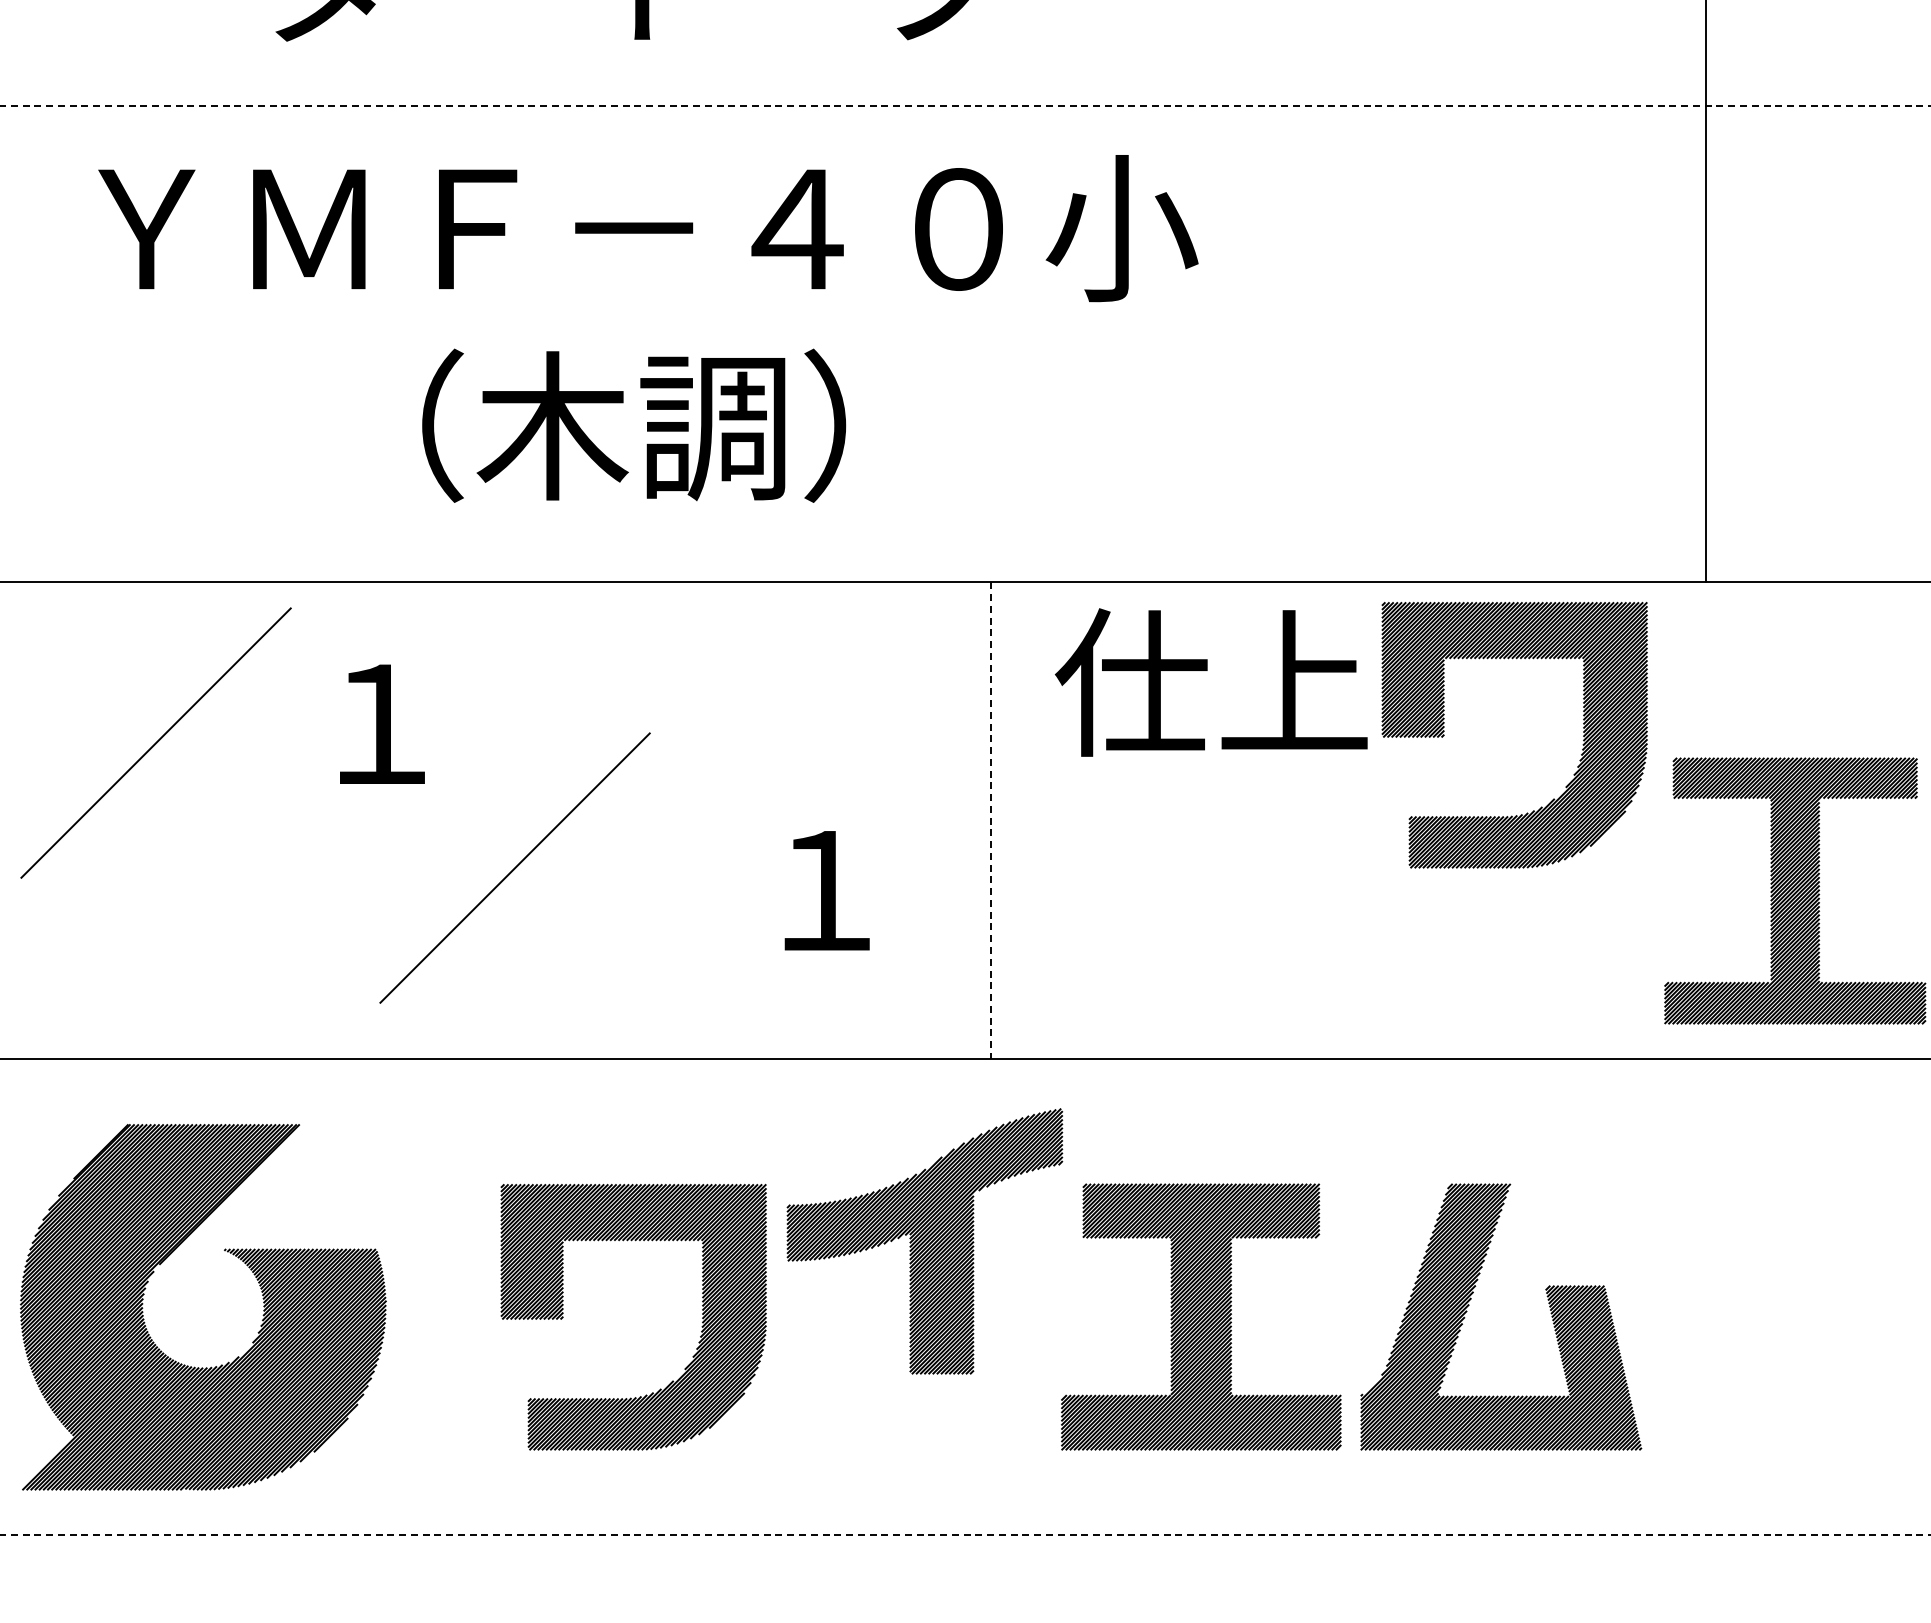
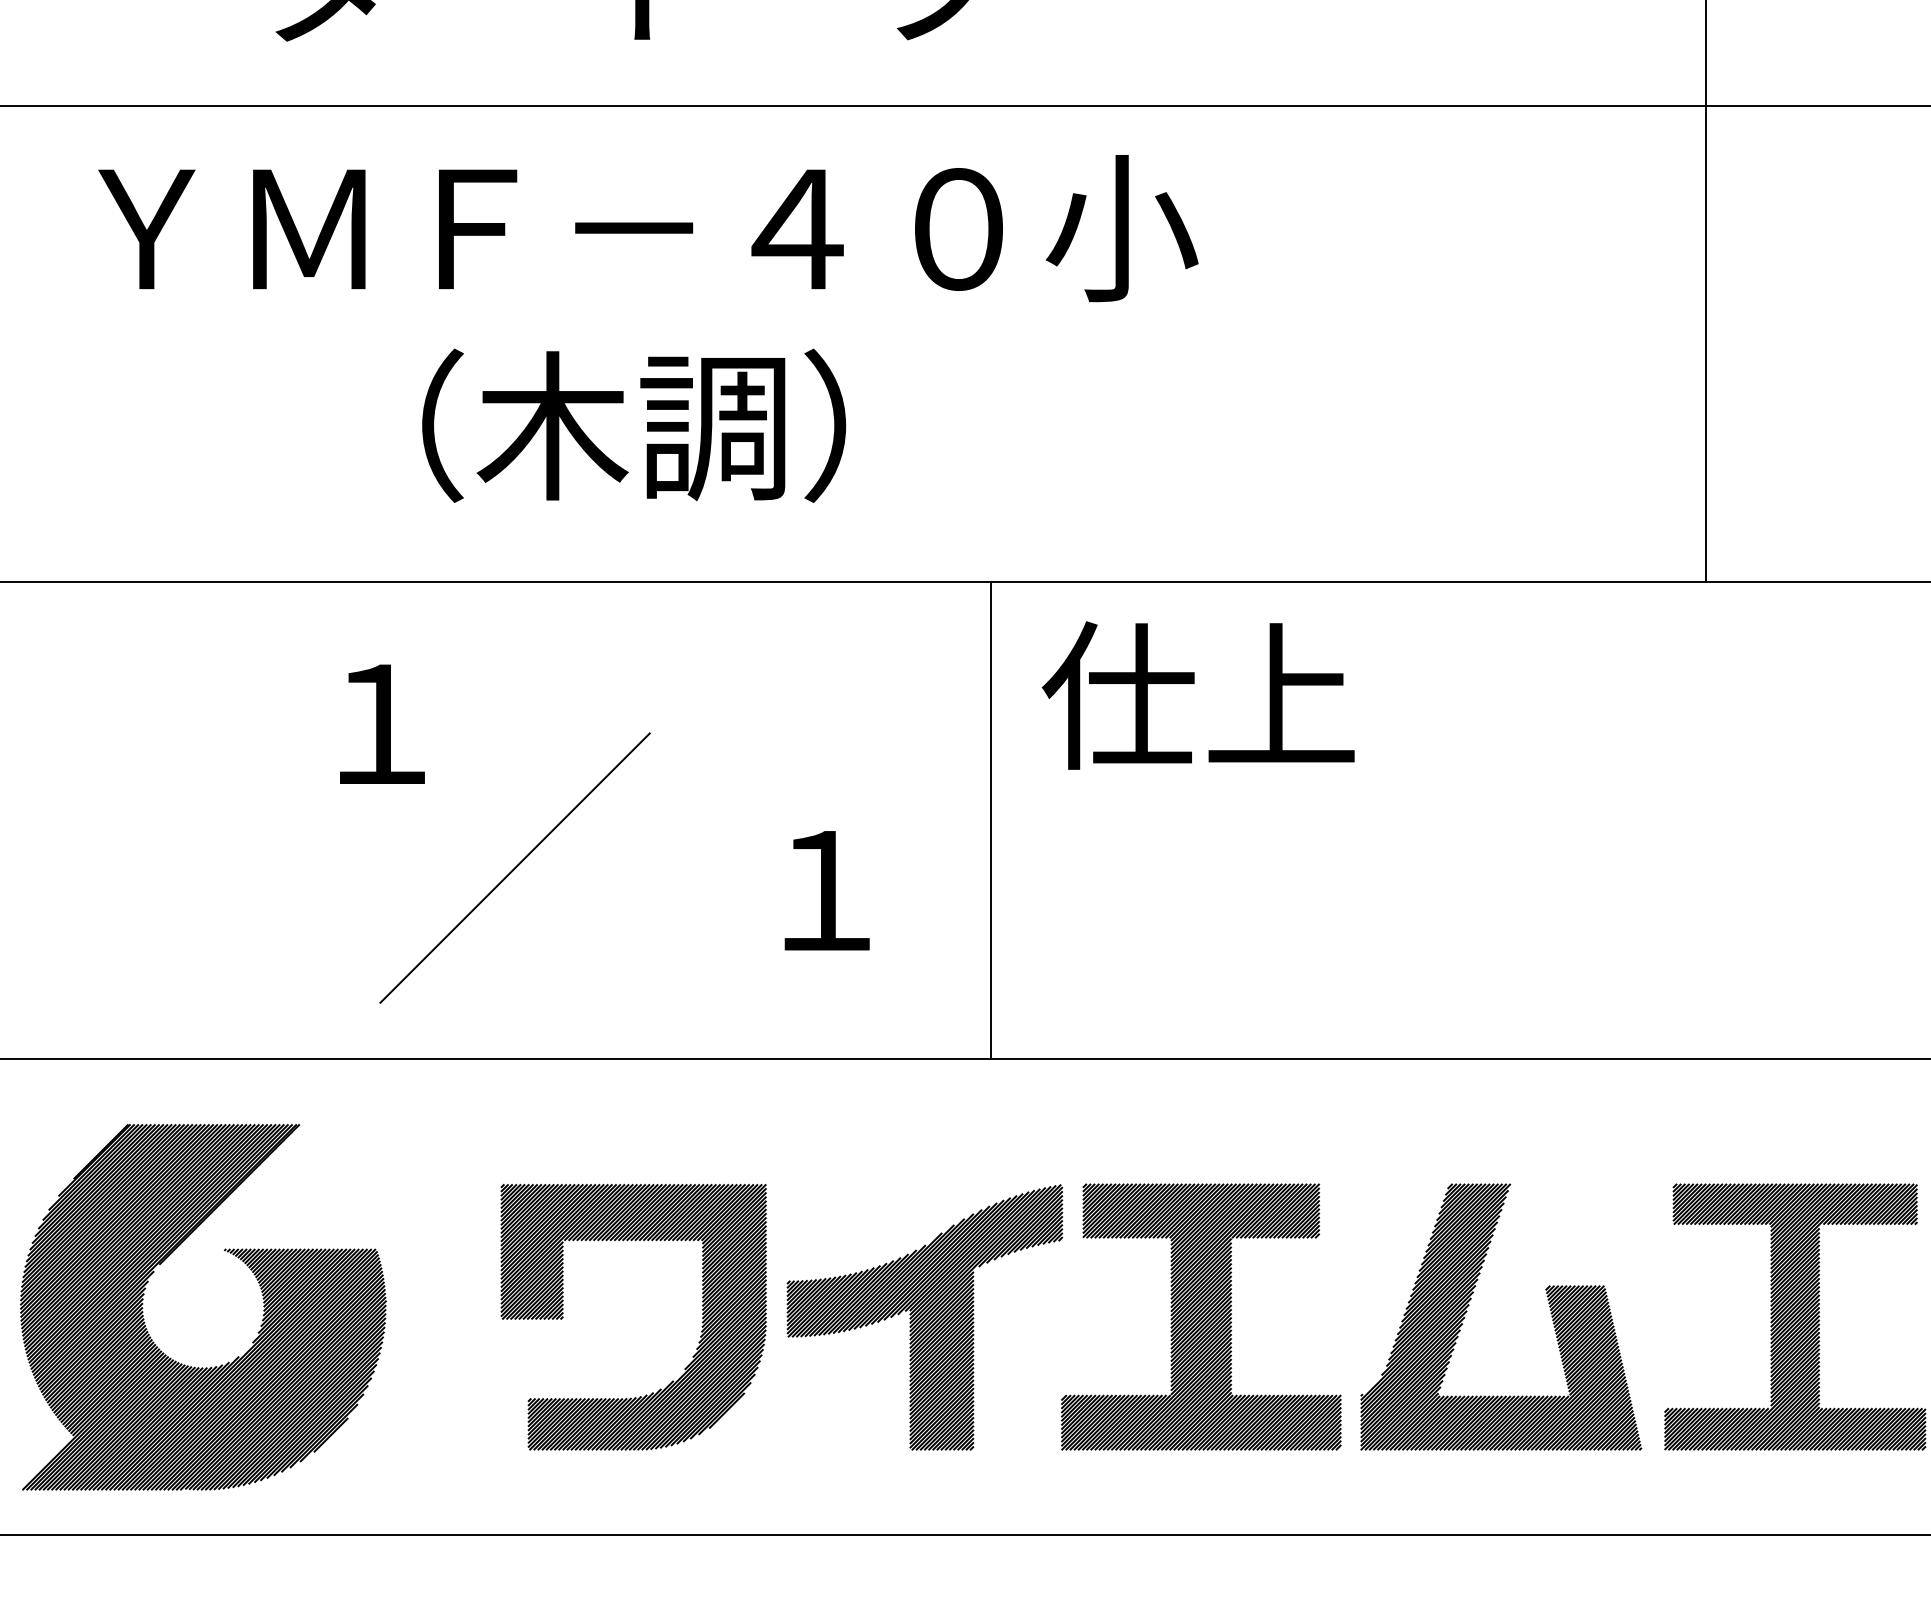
line at (966, 106): dashed -> solid
text at (1211, 682) position: (1211, 682) -> (1198, 695)
line at (155, 742): present -> none
part at (1582, 744): present -> none
line at (991, 820): dashed -> solid
part at (1795, 890) position: (1795, 890) -> (1795, 1316)
part at (924, 1241) position: (924, 1241) -> (924, 1317)
line at (966, 1534): dashed -> solid
